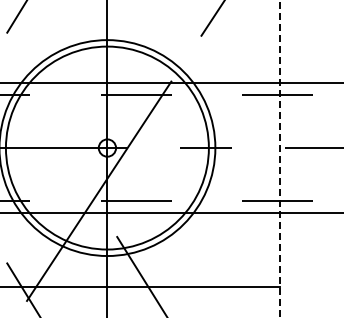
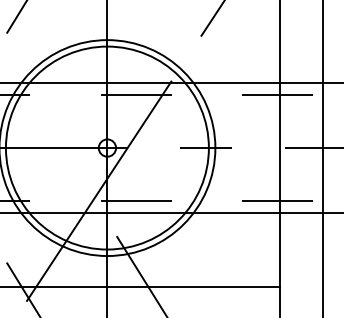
line at (280, 158): dashed -> solid
line at (323, 158): none -> present
